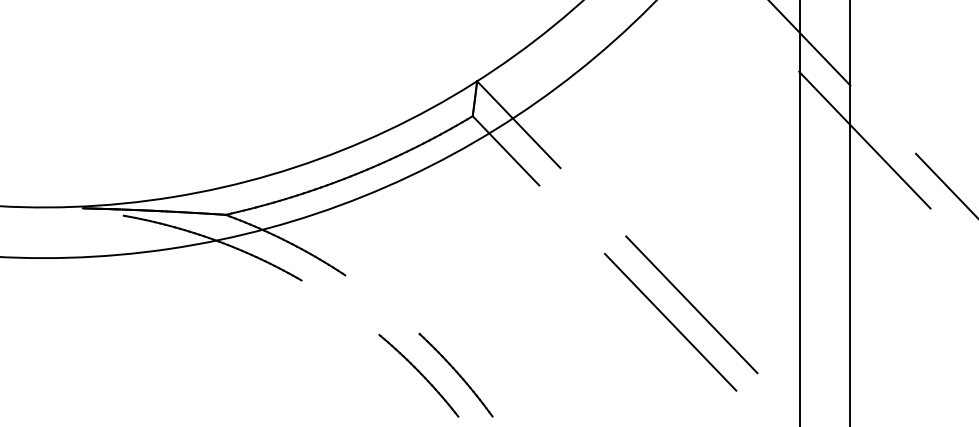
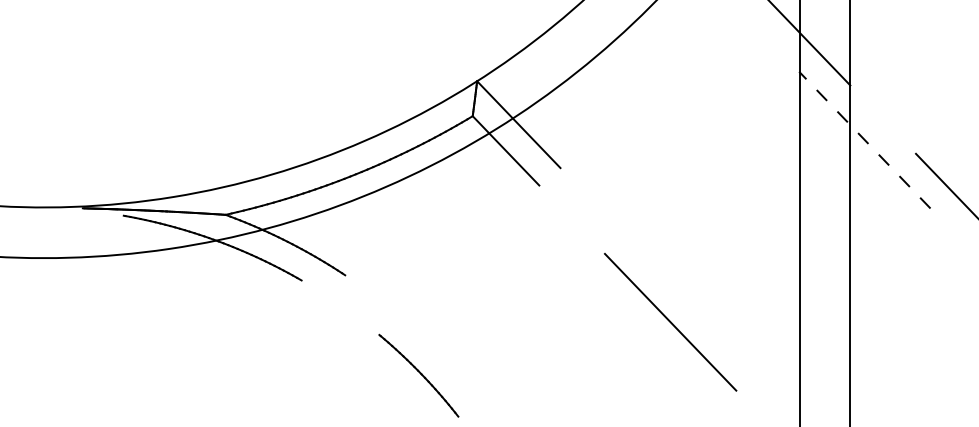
line at (864, 140): solid -> dashed
line at (691, 304): present -> none
part at (455, 374): present -> none
